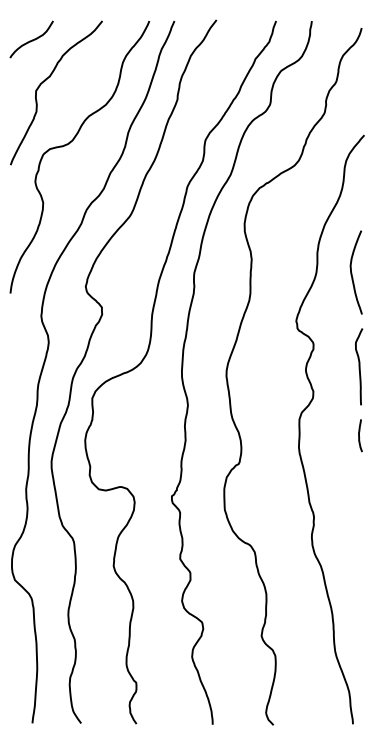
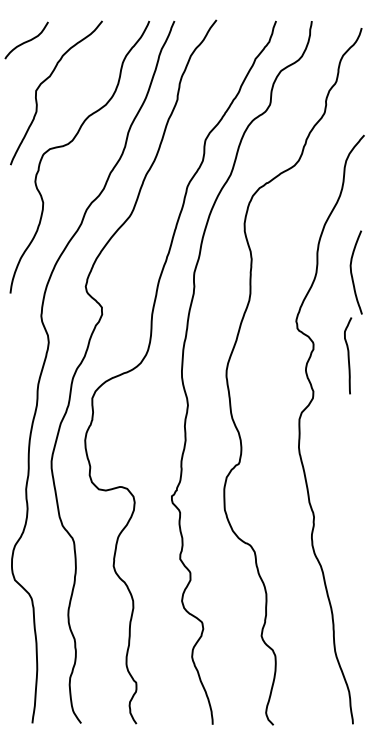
curve at (32, 39) position: (32, 39) -> (27, 40)
curve at (359, 366) position: (359, 366) -> (348, 355)
curve at (359, 435): present -> none
